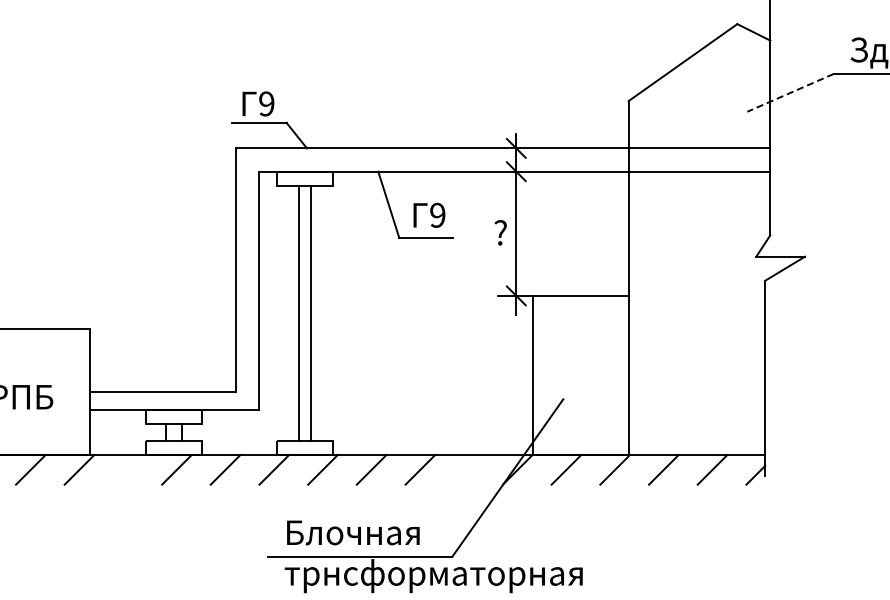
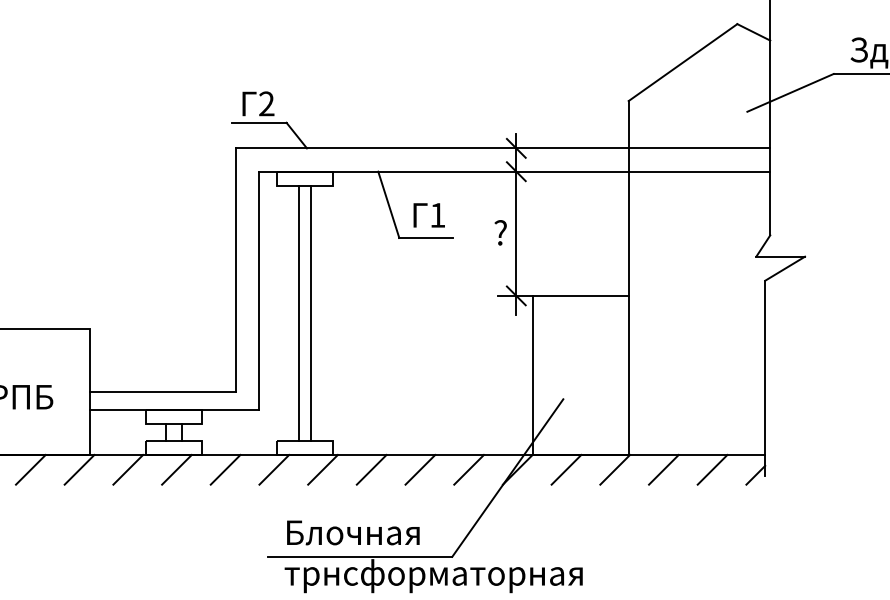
line at (790, 93): dashed -> solid
text at (266, 103): 9 -> 2
text at (437, 214): 9 -> 1
line at (128, 469): none -> present
line at (468, 469): none -> present
